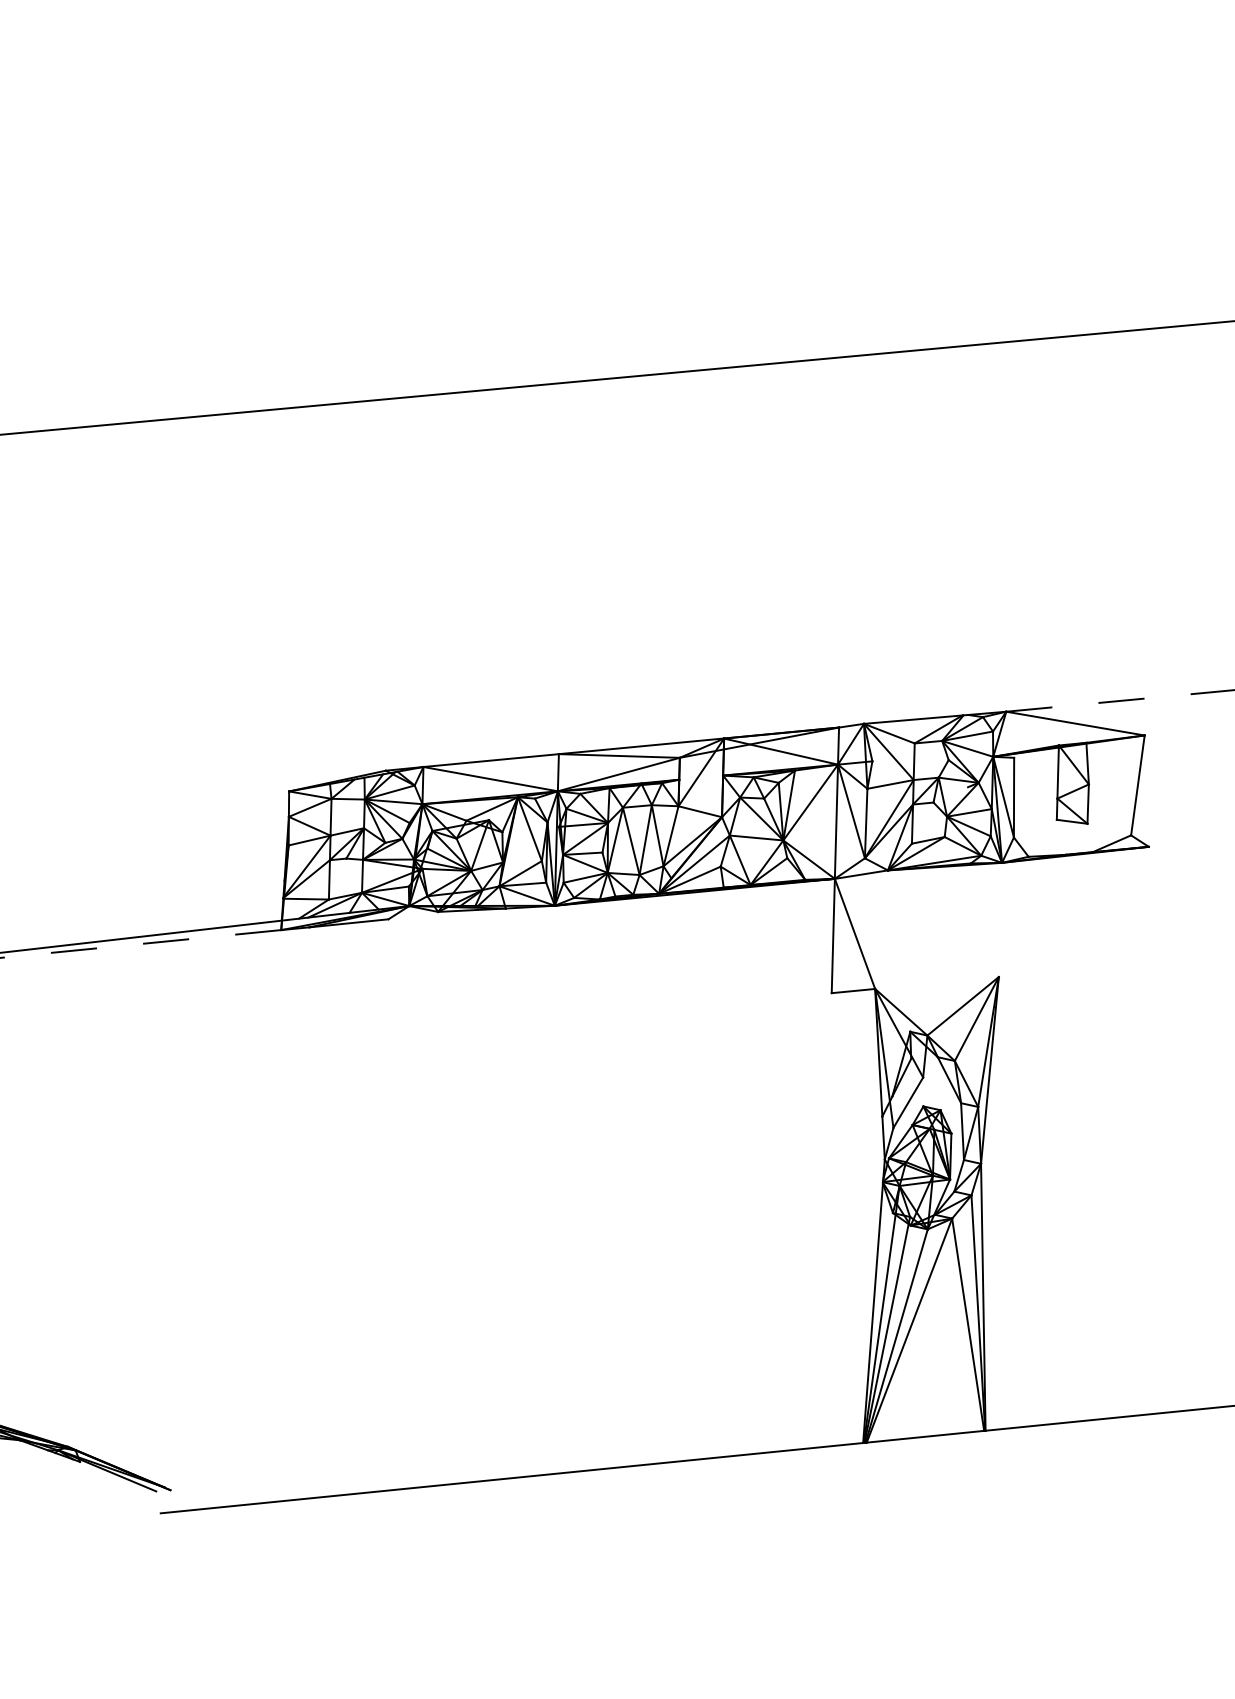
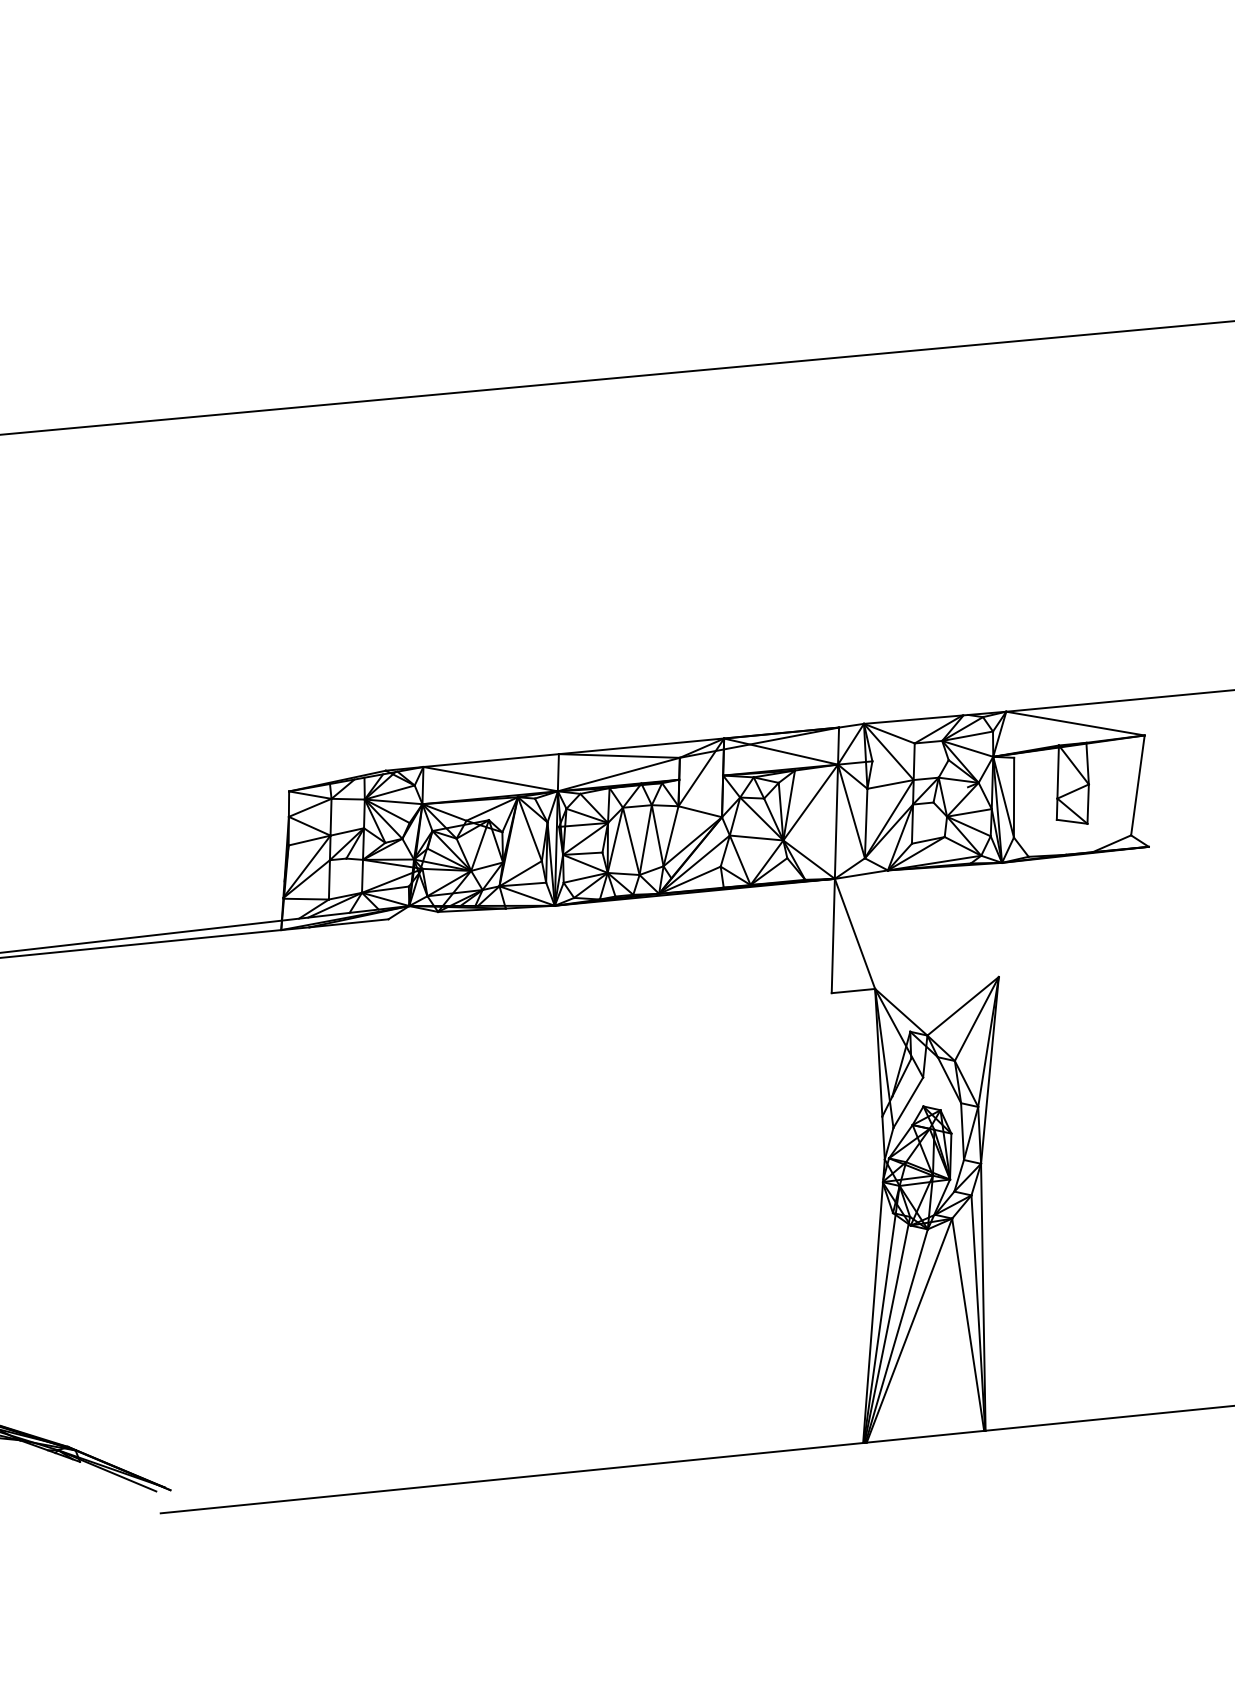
line at (1120, 700): dashed -> solid
line at (141, 943): dashed -> solid
